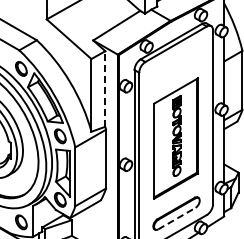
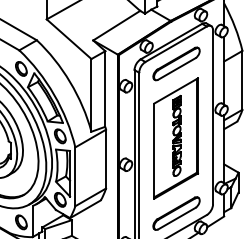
part at (176, 63): none -> present
line at (105, 89): dashed -> solid
line at (176, 218): dashed -> solid
